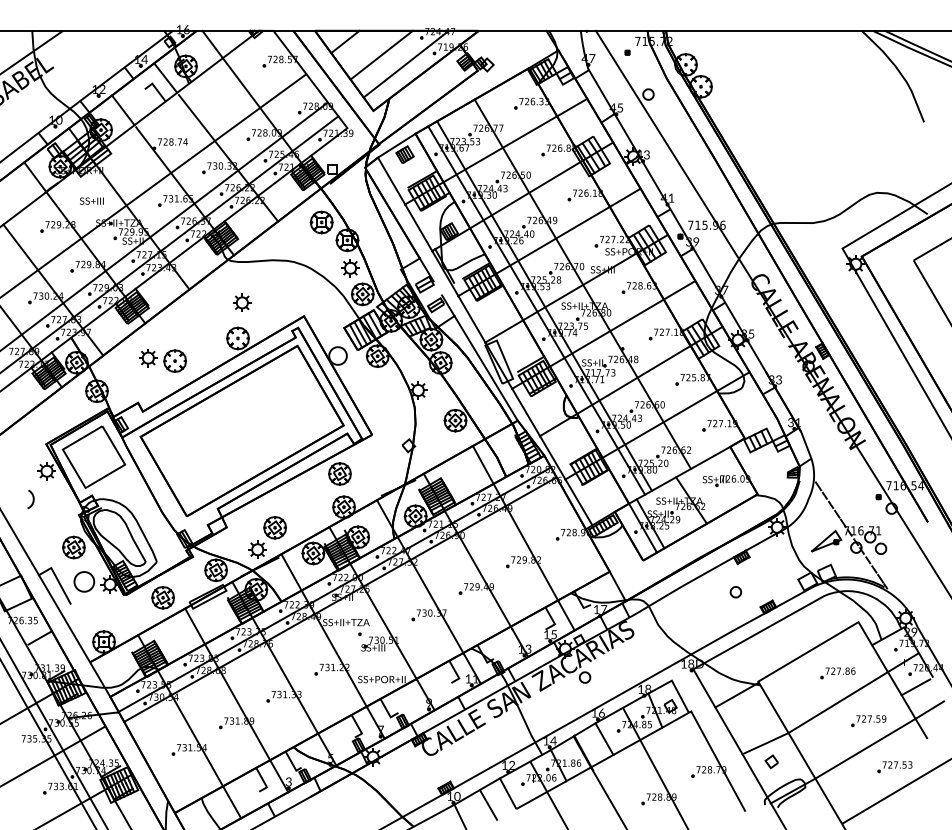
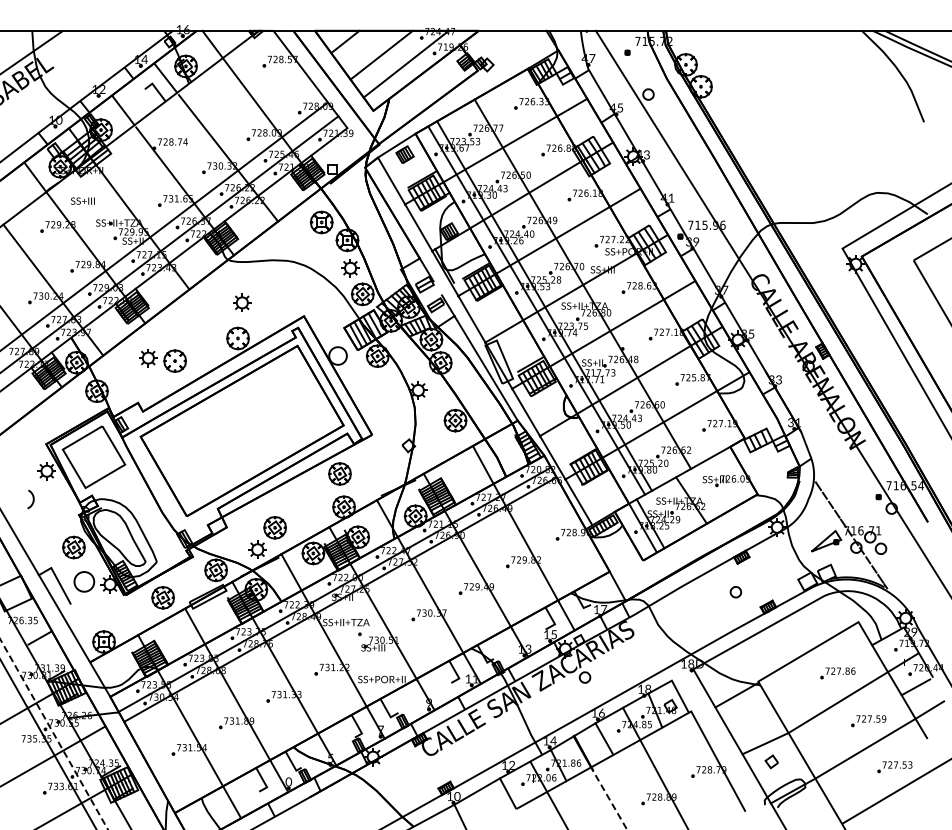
line at (154, 185): present -> none
text at (91, 200) position: (91, 200) -> (82, 200)
line at (54, 734): solid -> dashed
text at (288, 782): 3 -> 0
line at (609, 798): solid -> dashed
line at (488, 804): present -> none
